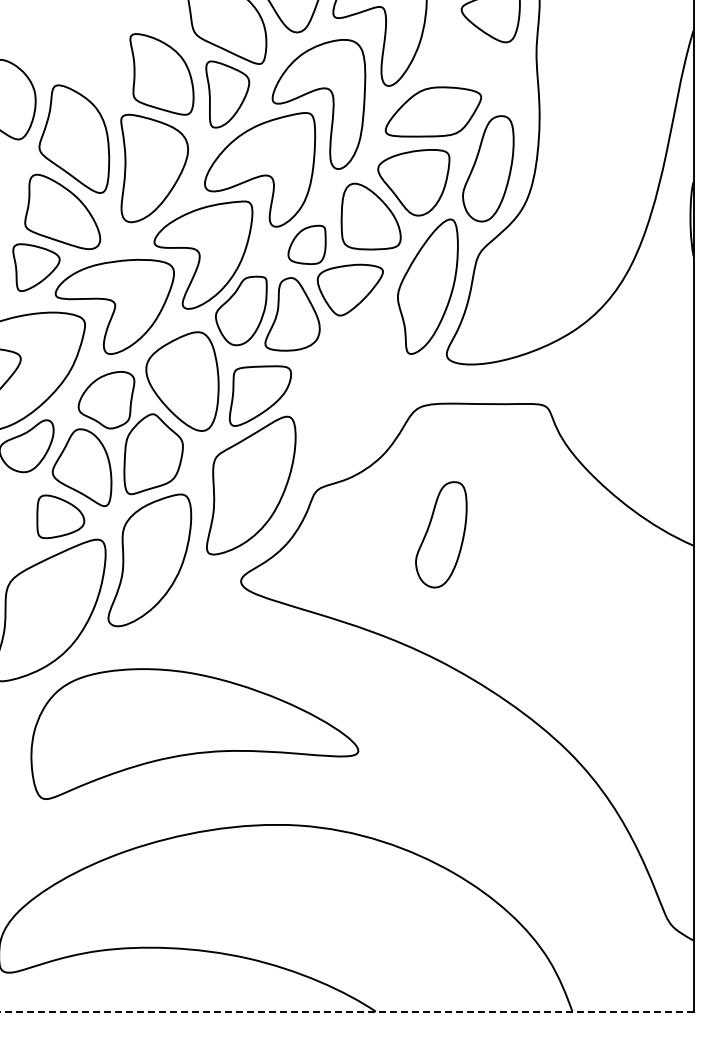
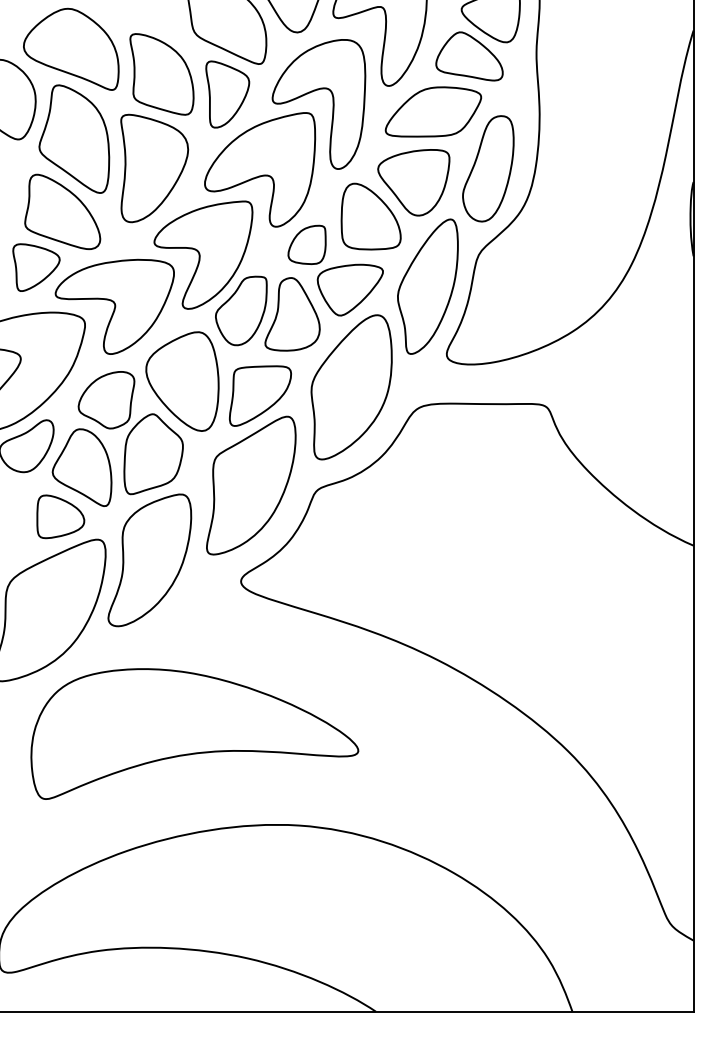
part at (71, 48): none -> present
part at (469, 56): none -> present
part at (351, 387): none -> present
part at (441, 534): present -> none
line at (347, 1011): dashed -> solid
